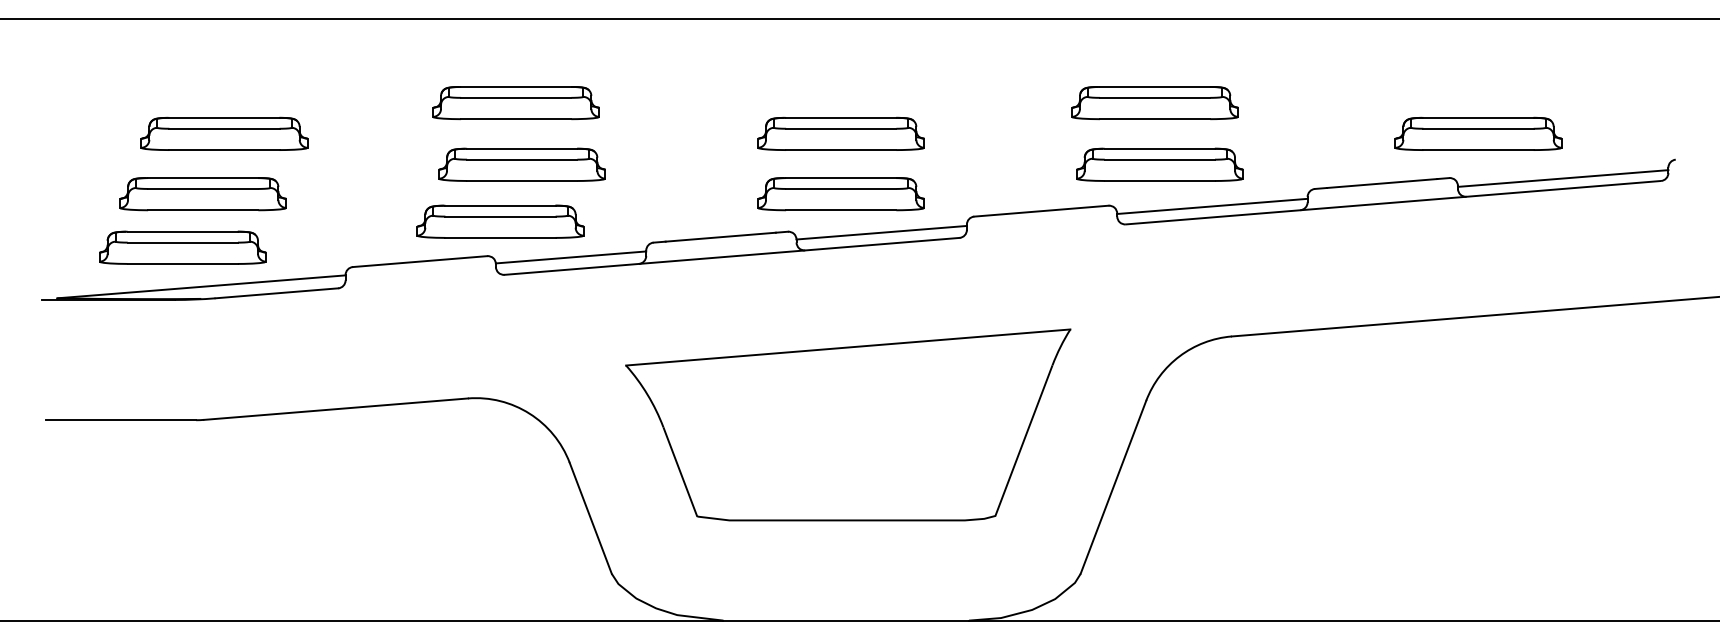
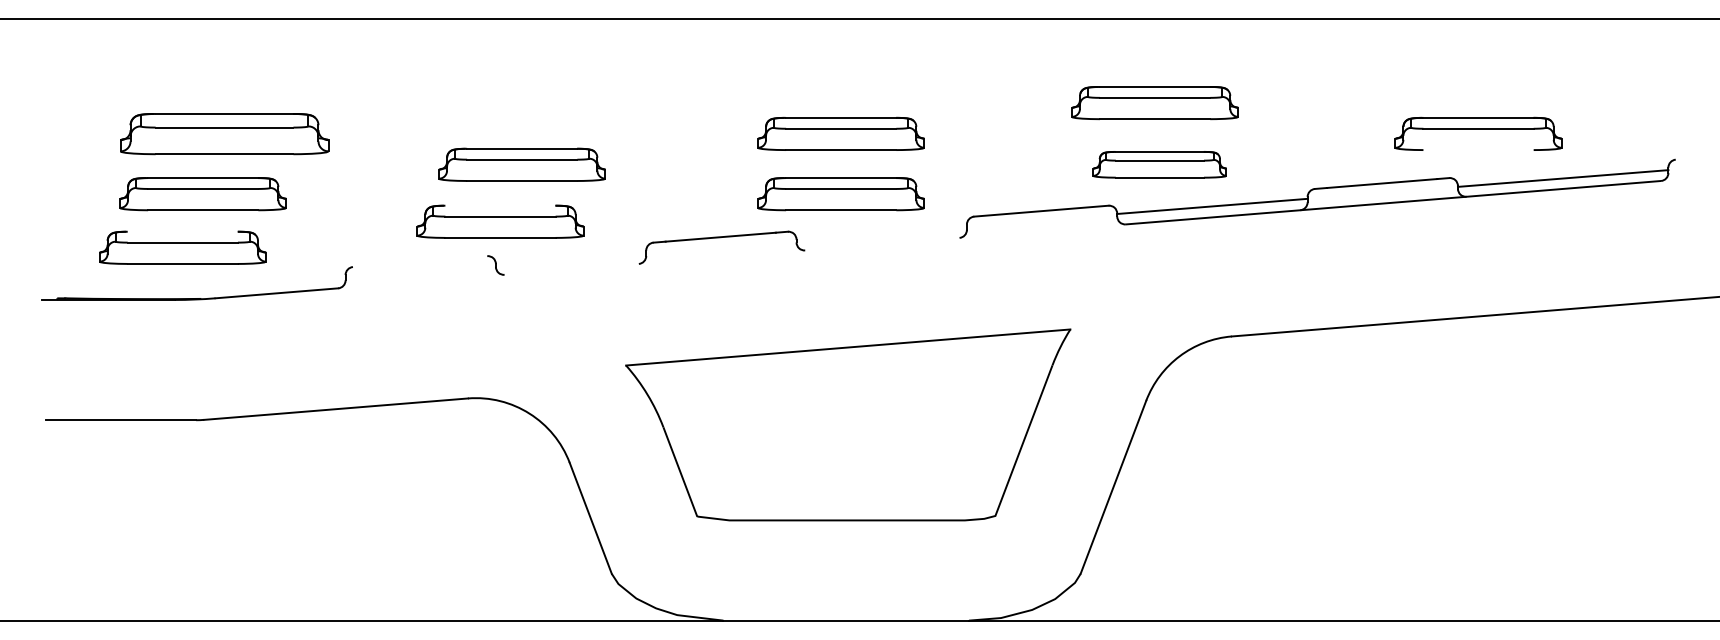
part at (515, 103): present -> none
part at (224, 133) size: 169x35 px -> 210x43 px
line at (1478, 150): present -> none
part at (1159, 164) size: 168x35 px -> 135x28 px
line at (500, 205): present -> none
line at (182, 231): present -> none
line at (881, 232): present -> none
line at (731, 255): present -> none
line at (570, 257): present -> none
line at (419, 261): present -> none
line at (201, 286): present -> none
